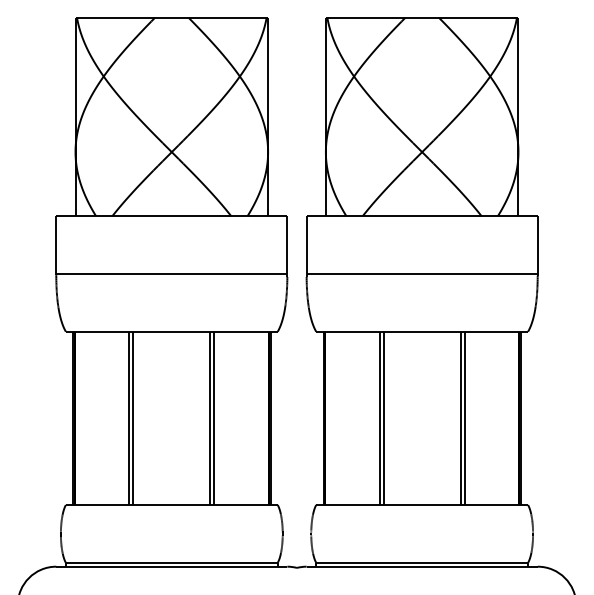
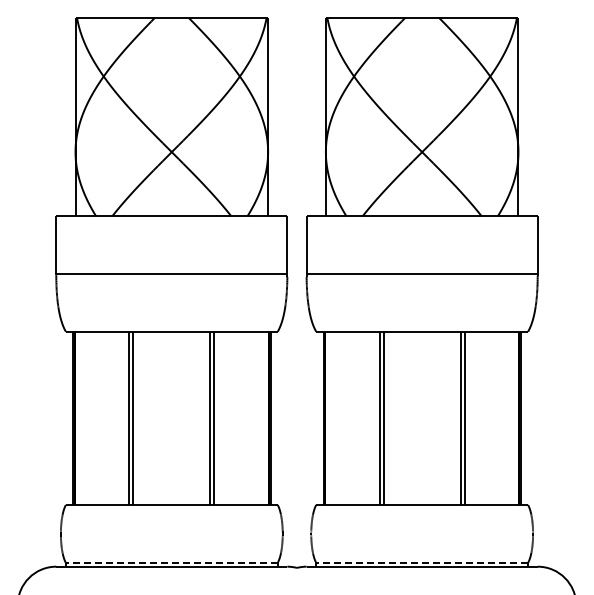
line at (171, 562): solid -> dashed
line at (422, 562): solid -> dashed
